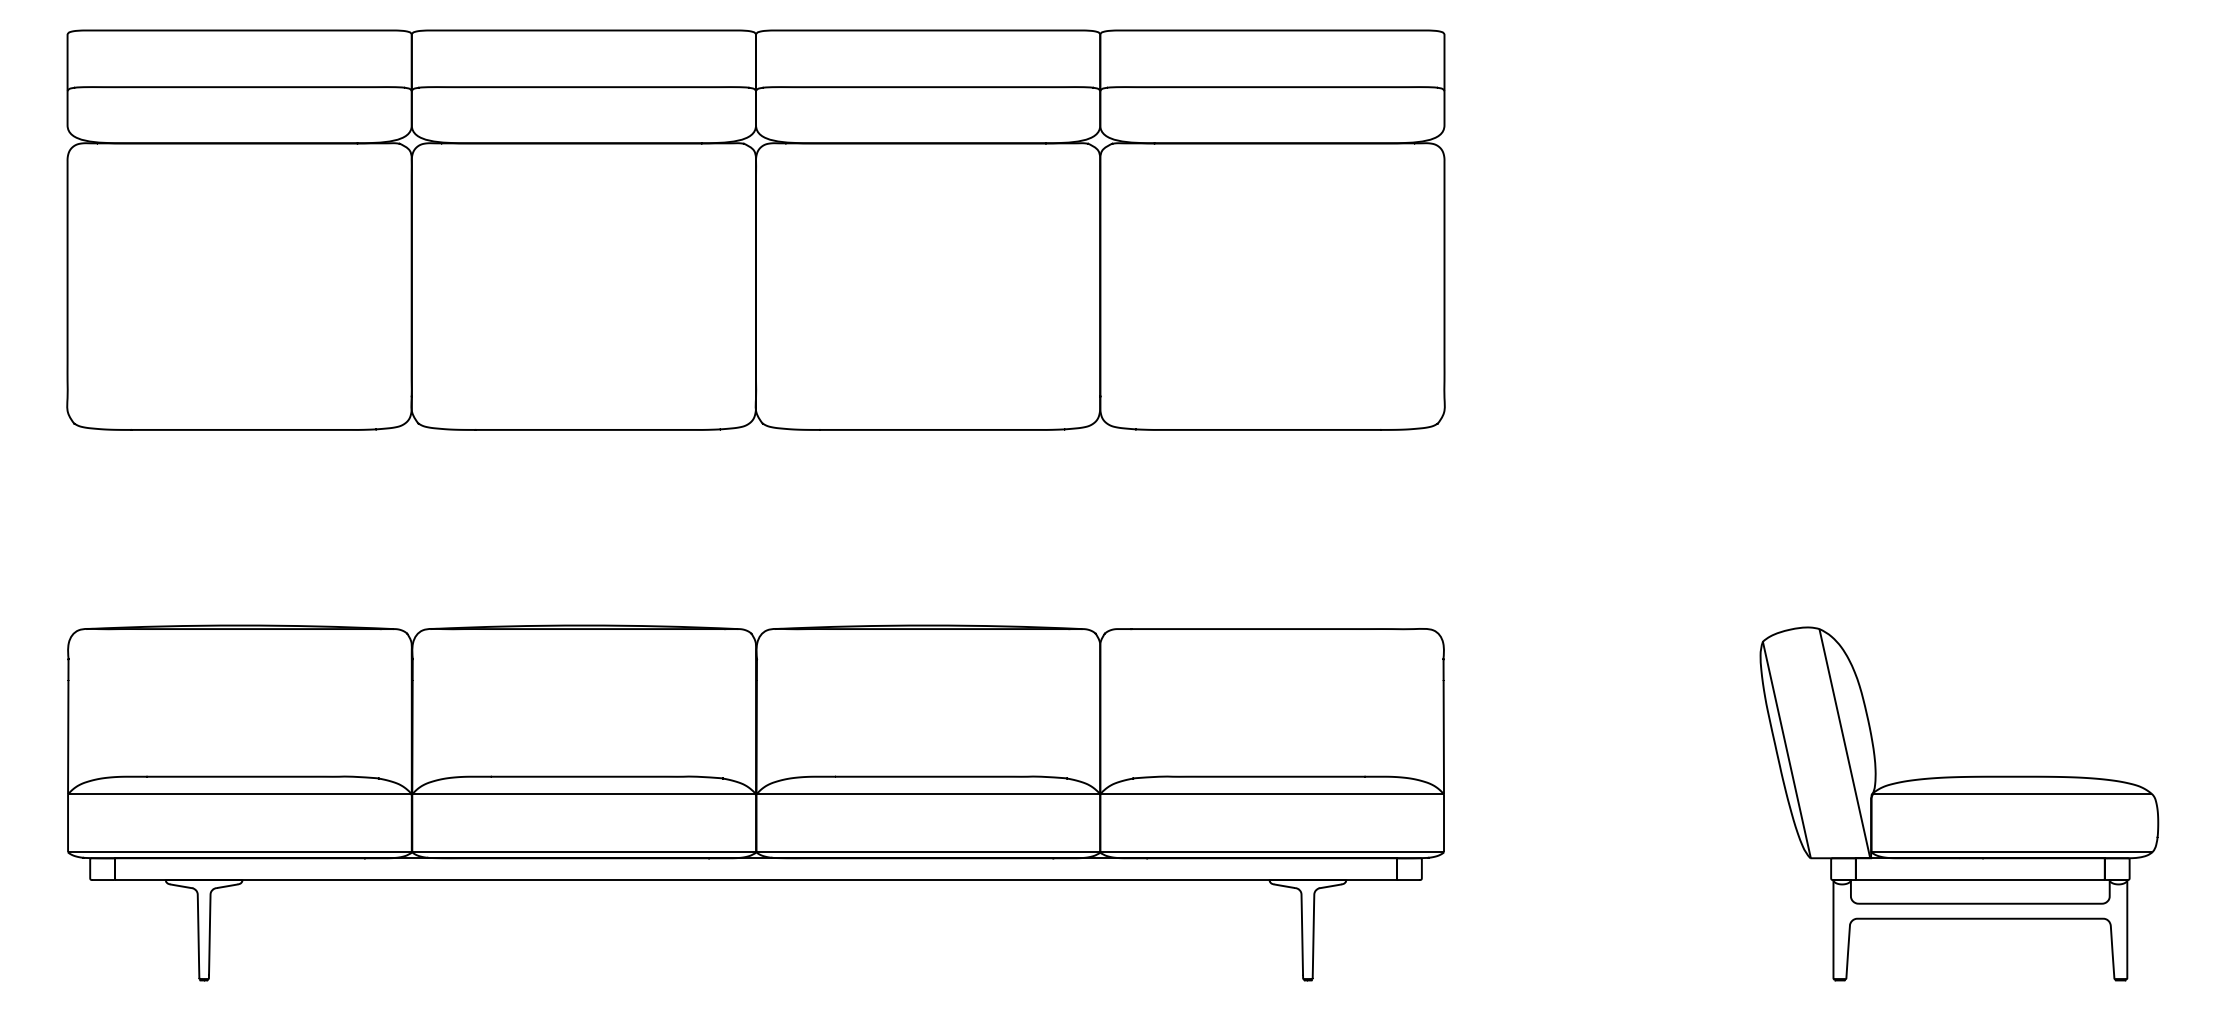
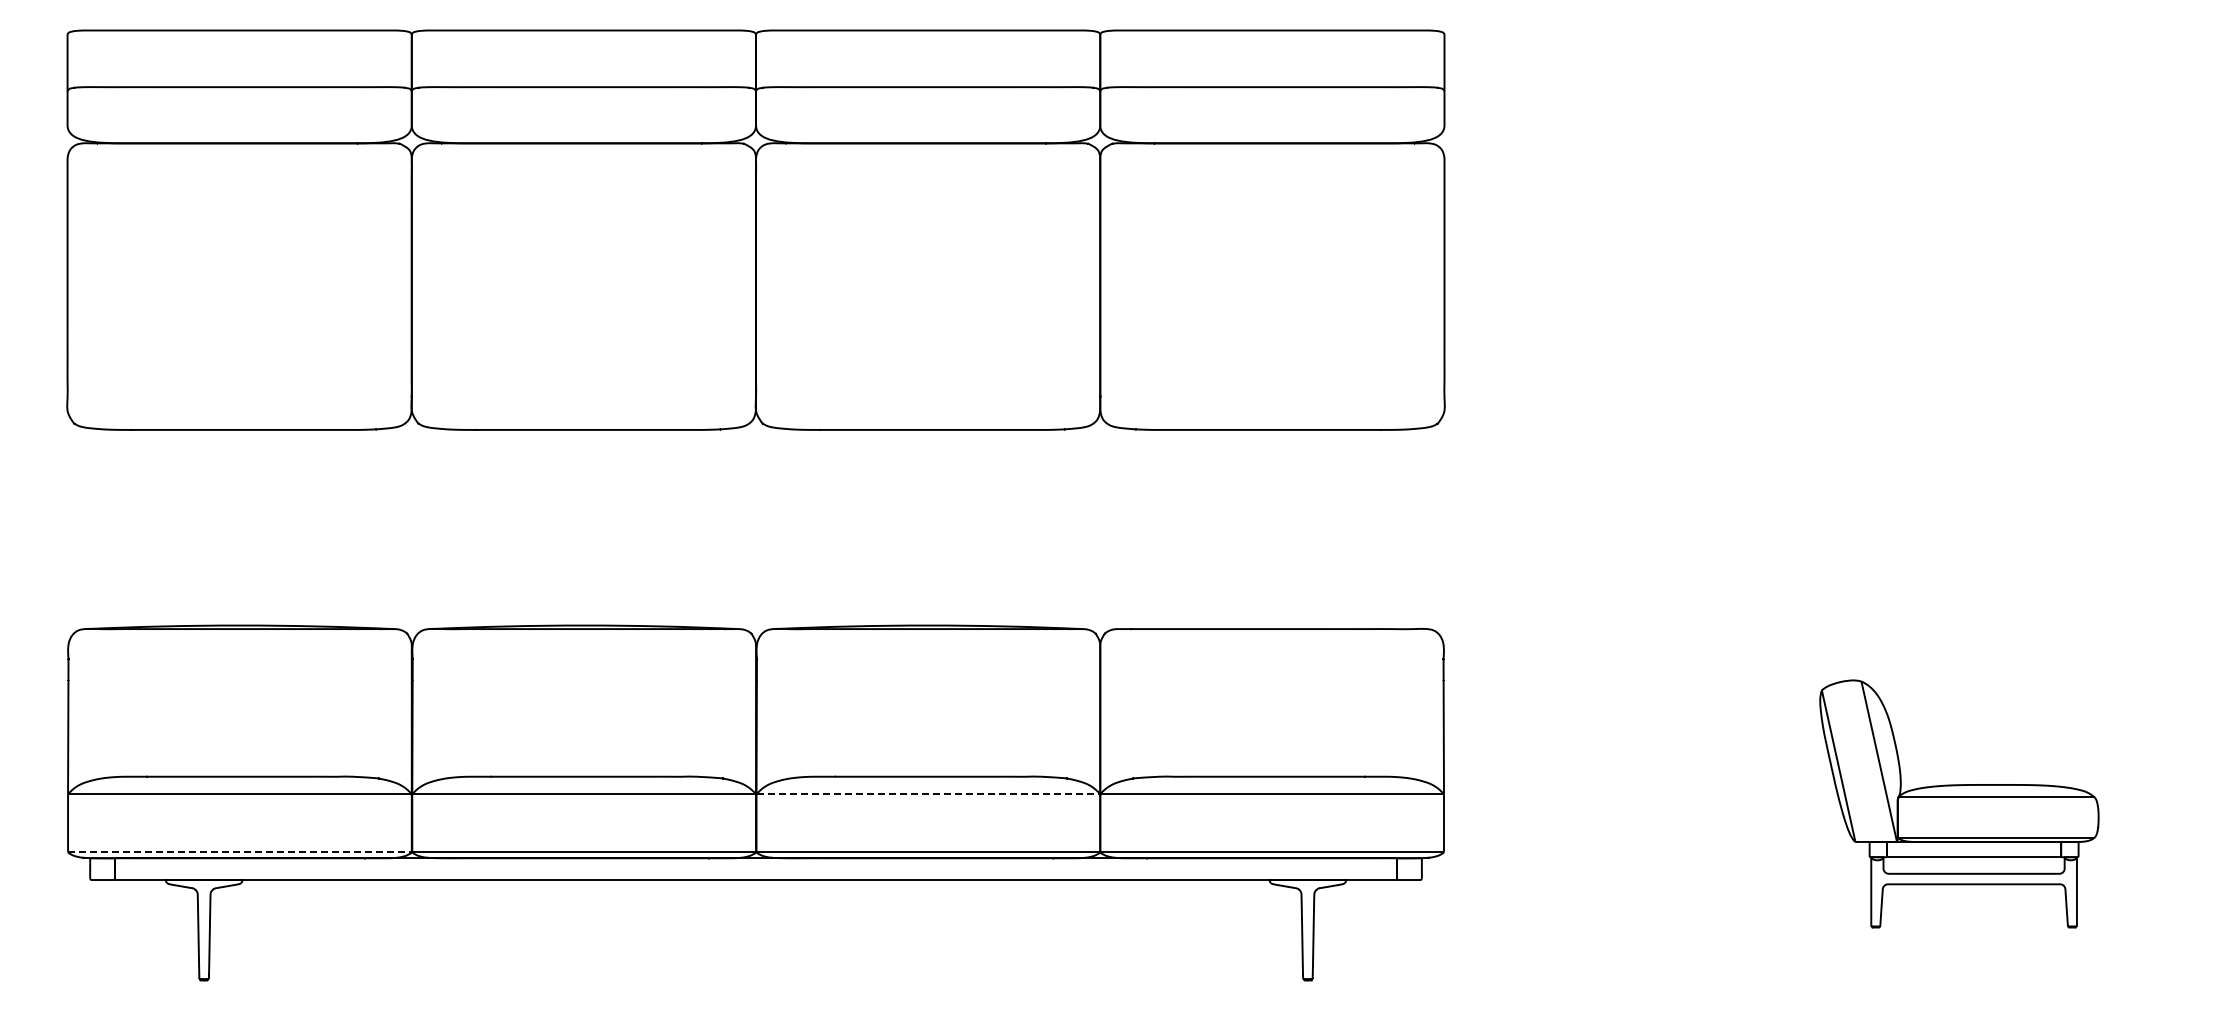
line at (928, 794): solid -> dashed
part at (1959, 803) size: 401x356 px -> 281x250 px
line at (239, 852): solid -> dashed
